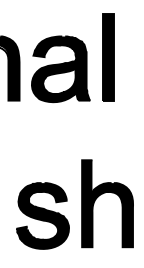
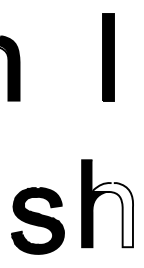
part at (60, 69): present -> none
part at (42, 215) position: (42, 215) -> (37, 220)
fill at (112, 215): present -> none
